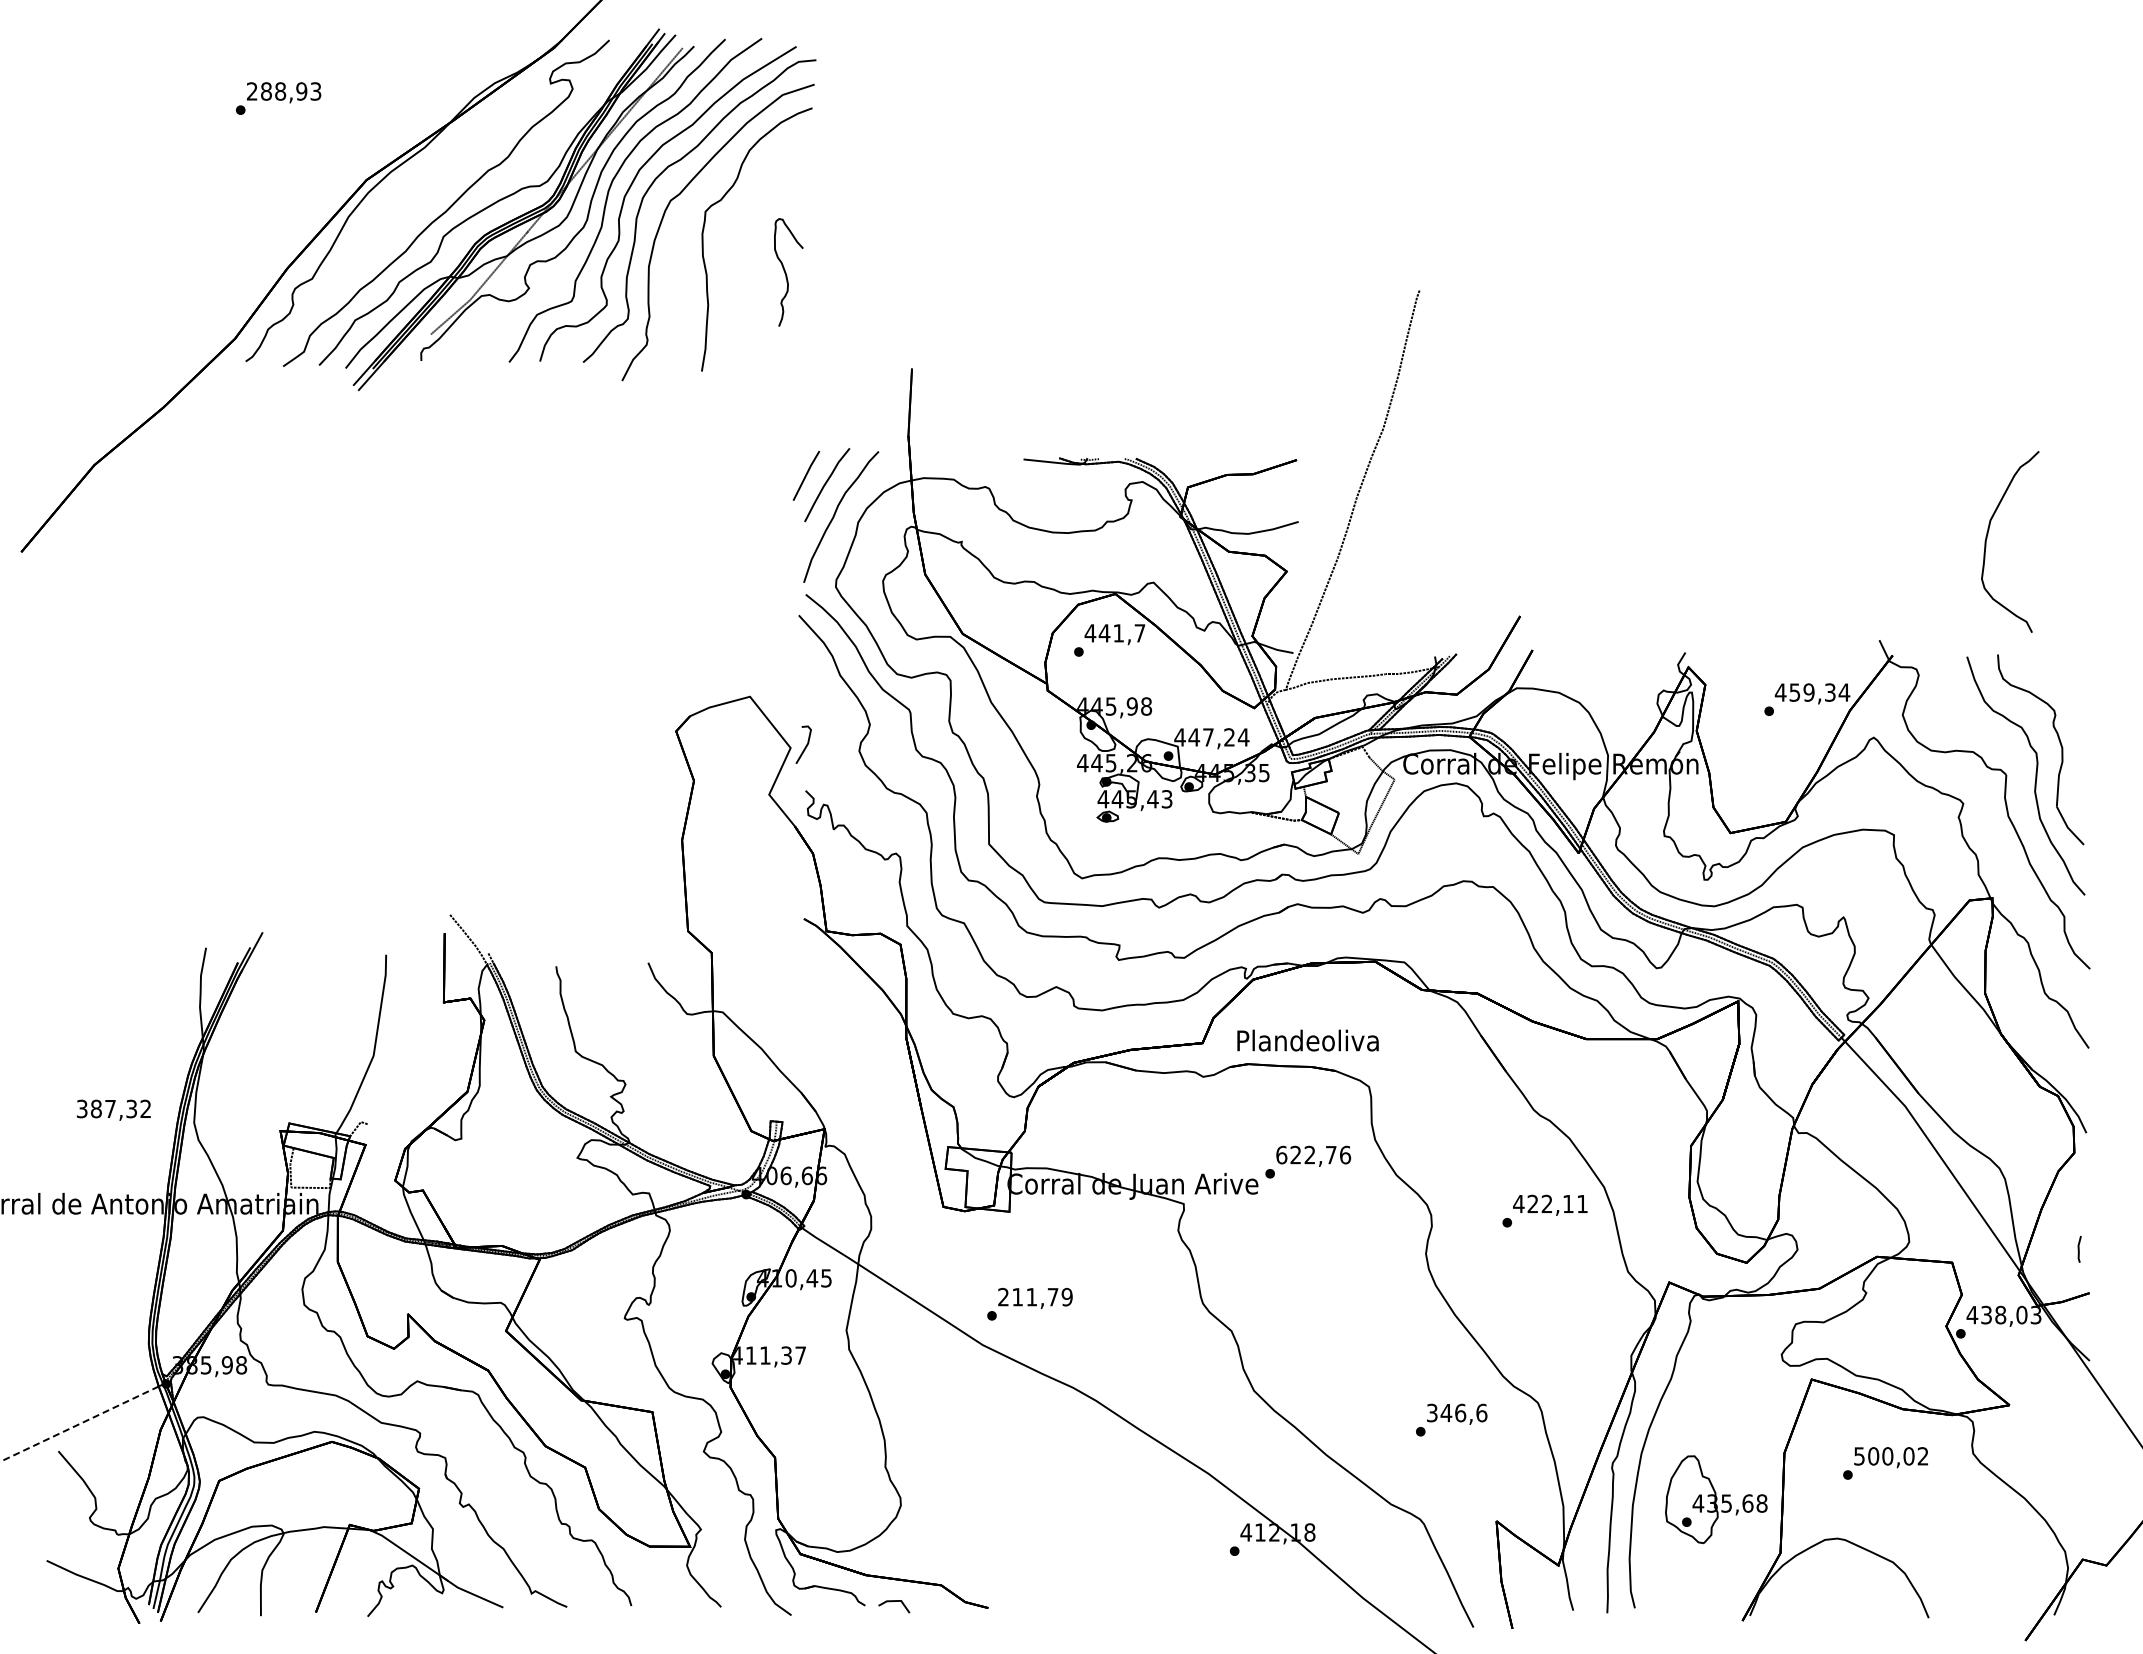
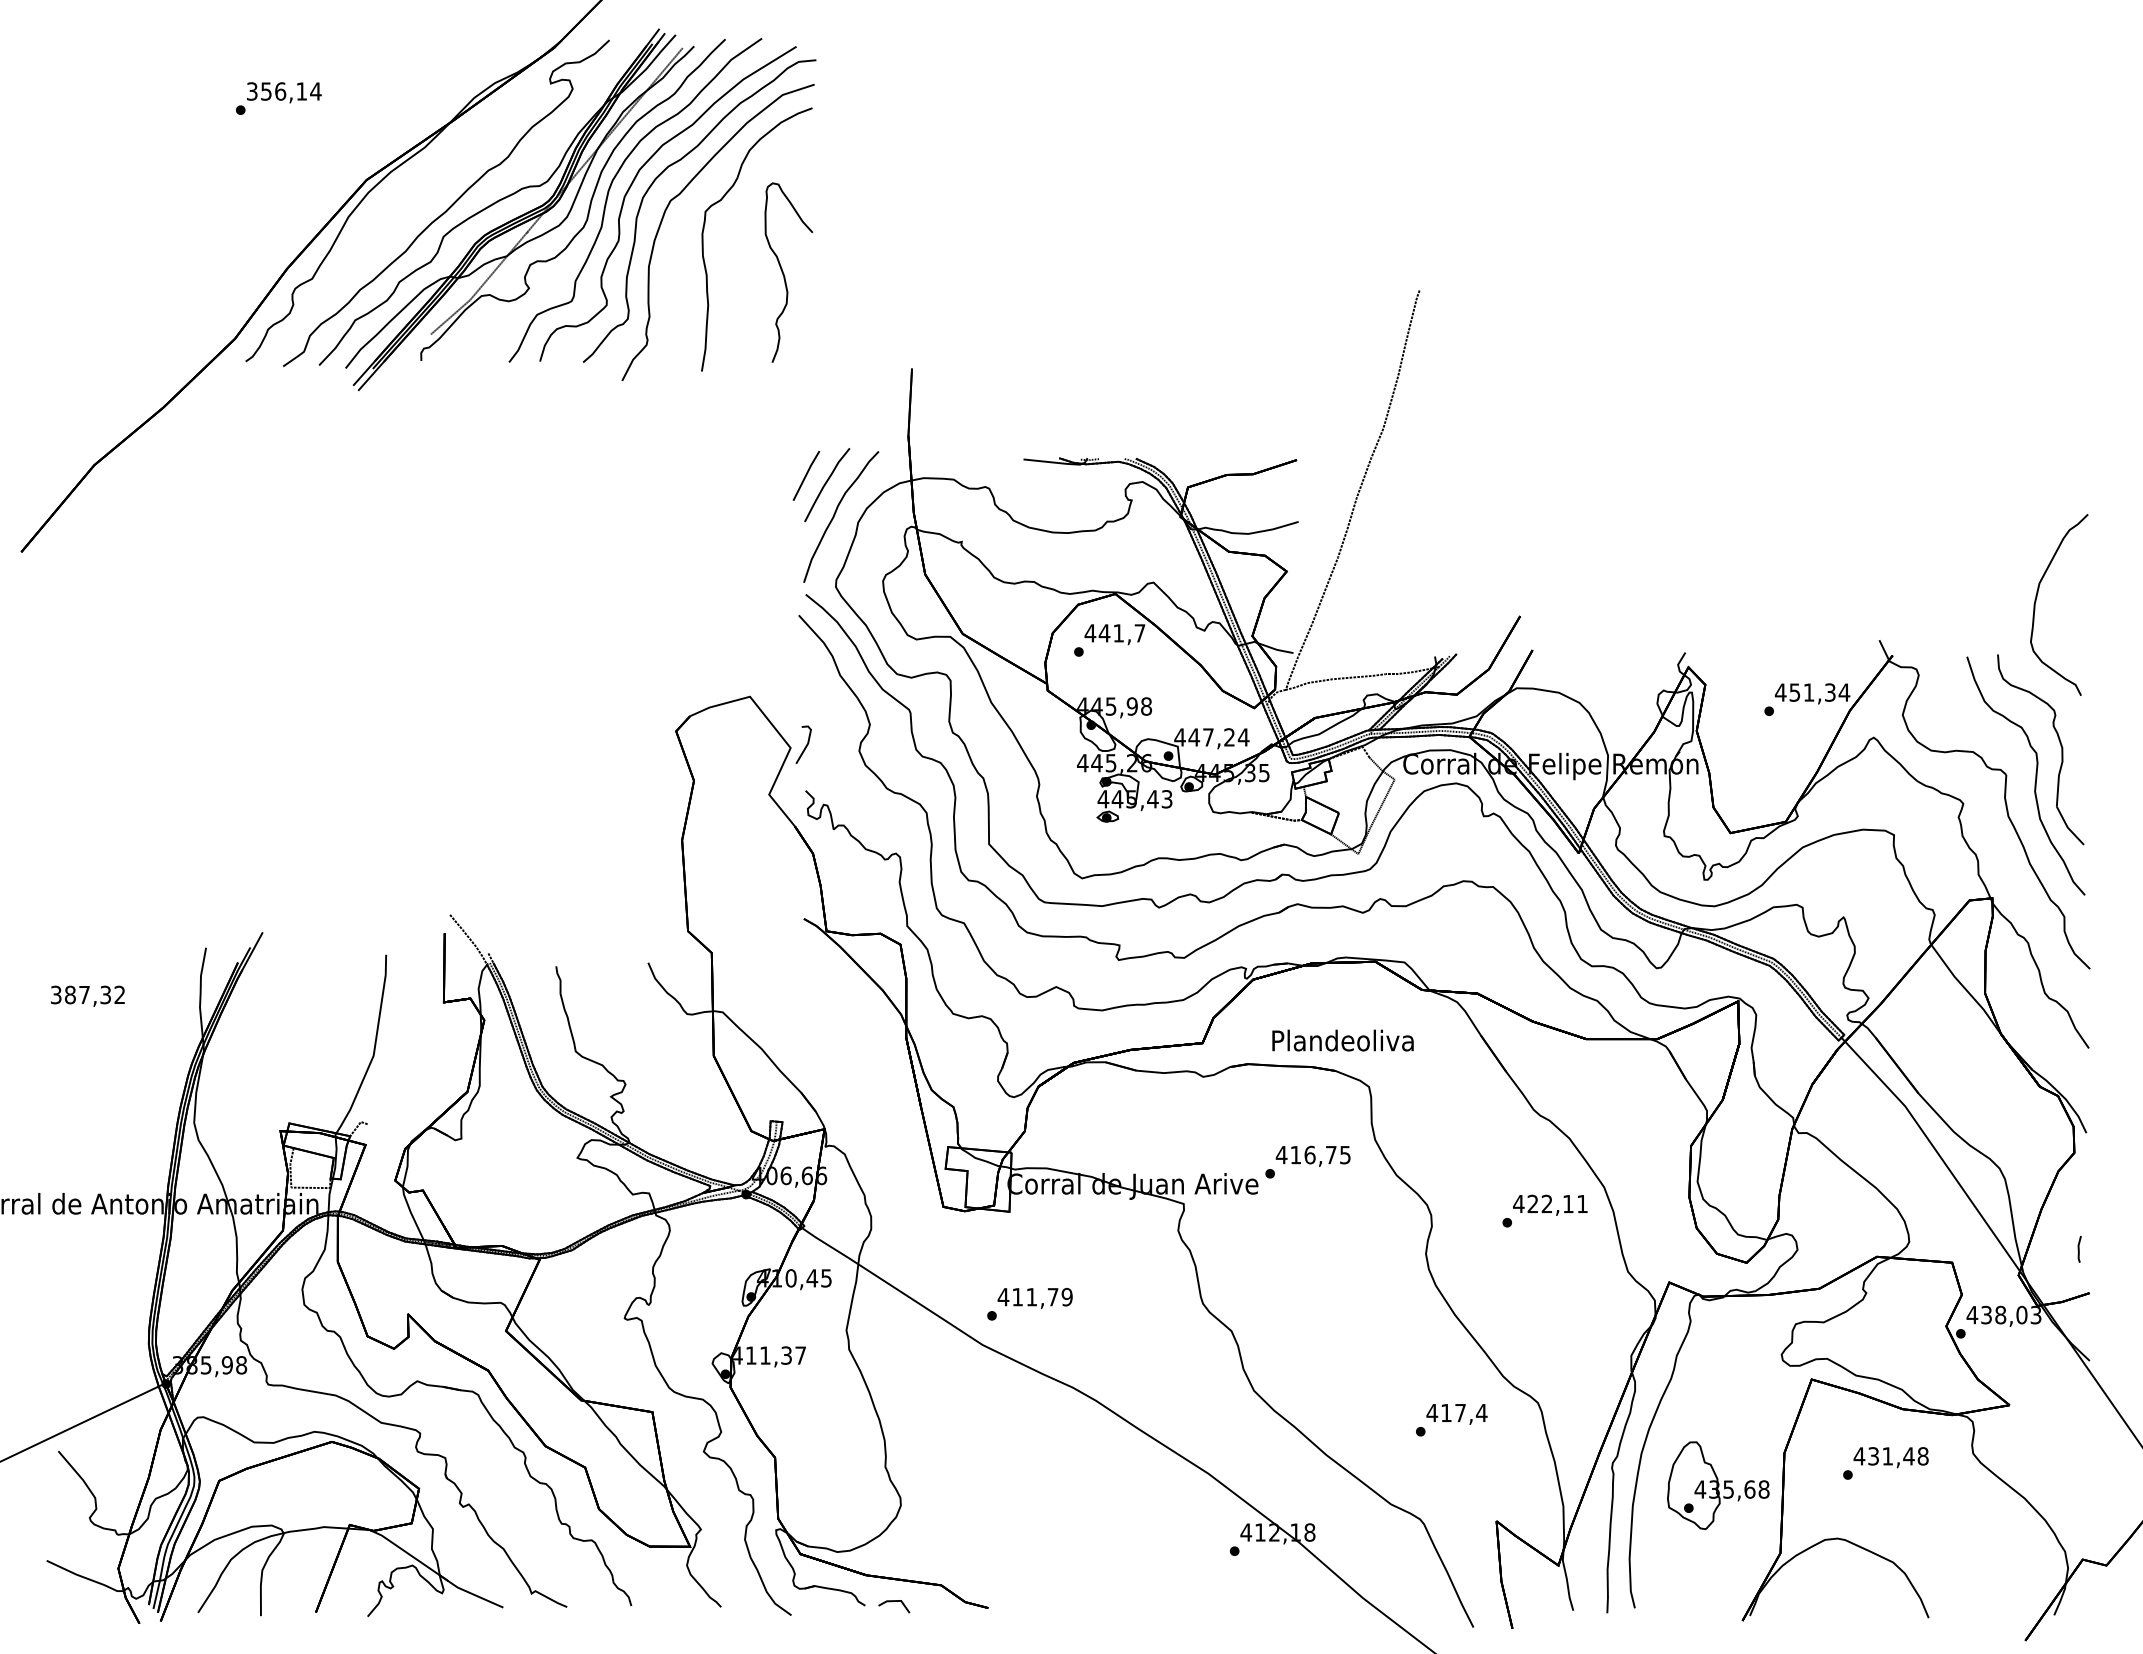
text at (284, 91): 288,93 -> 356,14
part at (788, 272) size: 30x109 px -> 50x181 px
curve at (1988, 534) position: (1988, 534) -> (2037, 597)
text at (1808, 692): 459,34 -> 451,34
text at (1307, 1040) position: (1307, 1040) -> (1342, 1040)
text at (113, 1109) position: (113, 1109) -> (87, 995)
text at (1313, 1154): 622,76 -> 416,75
text at (1003, 1296): 211,79 -> 411,79
text at (1456, 1412): 346,6 -> 417,4
line at (79, 1424): dashed -> solid
text at (1890, 1456): 500,02 -> 431,48
part at (1716, 1499) position: (1716, 1499) -> (1718, 1485)
